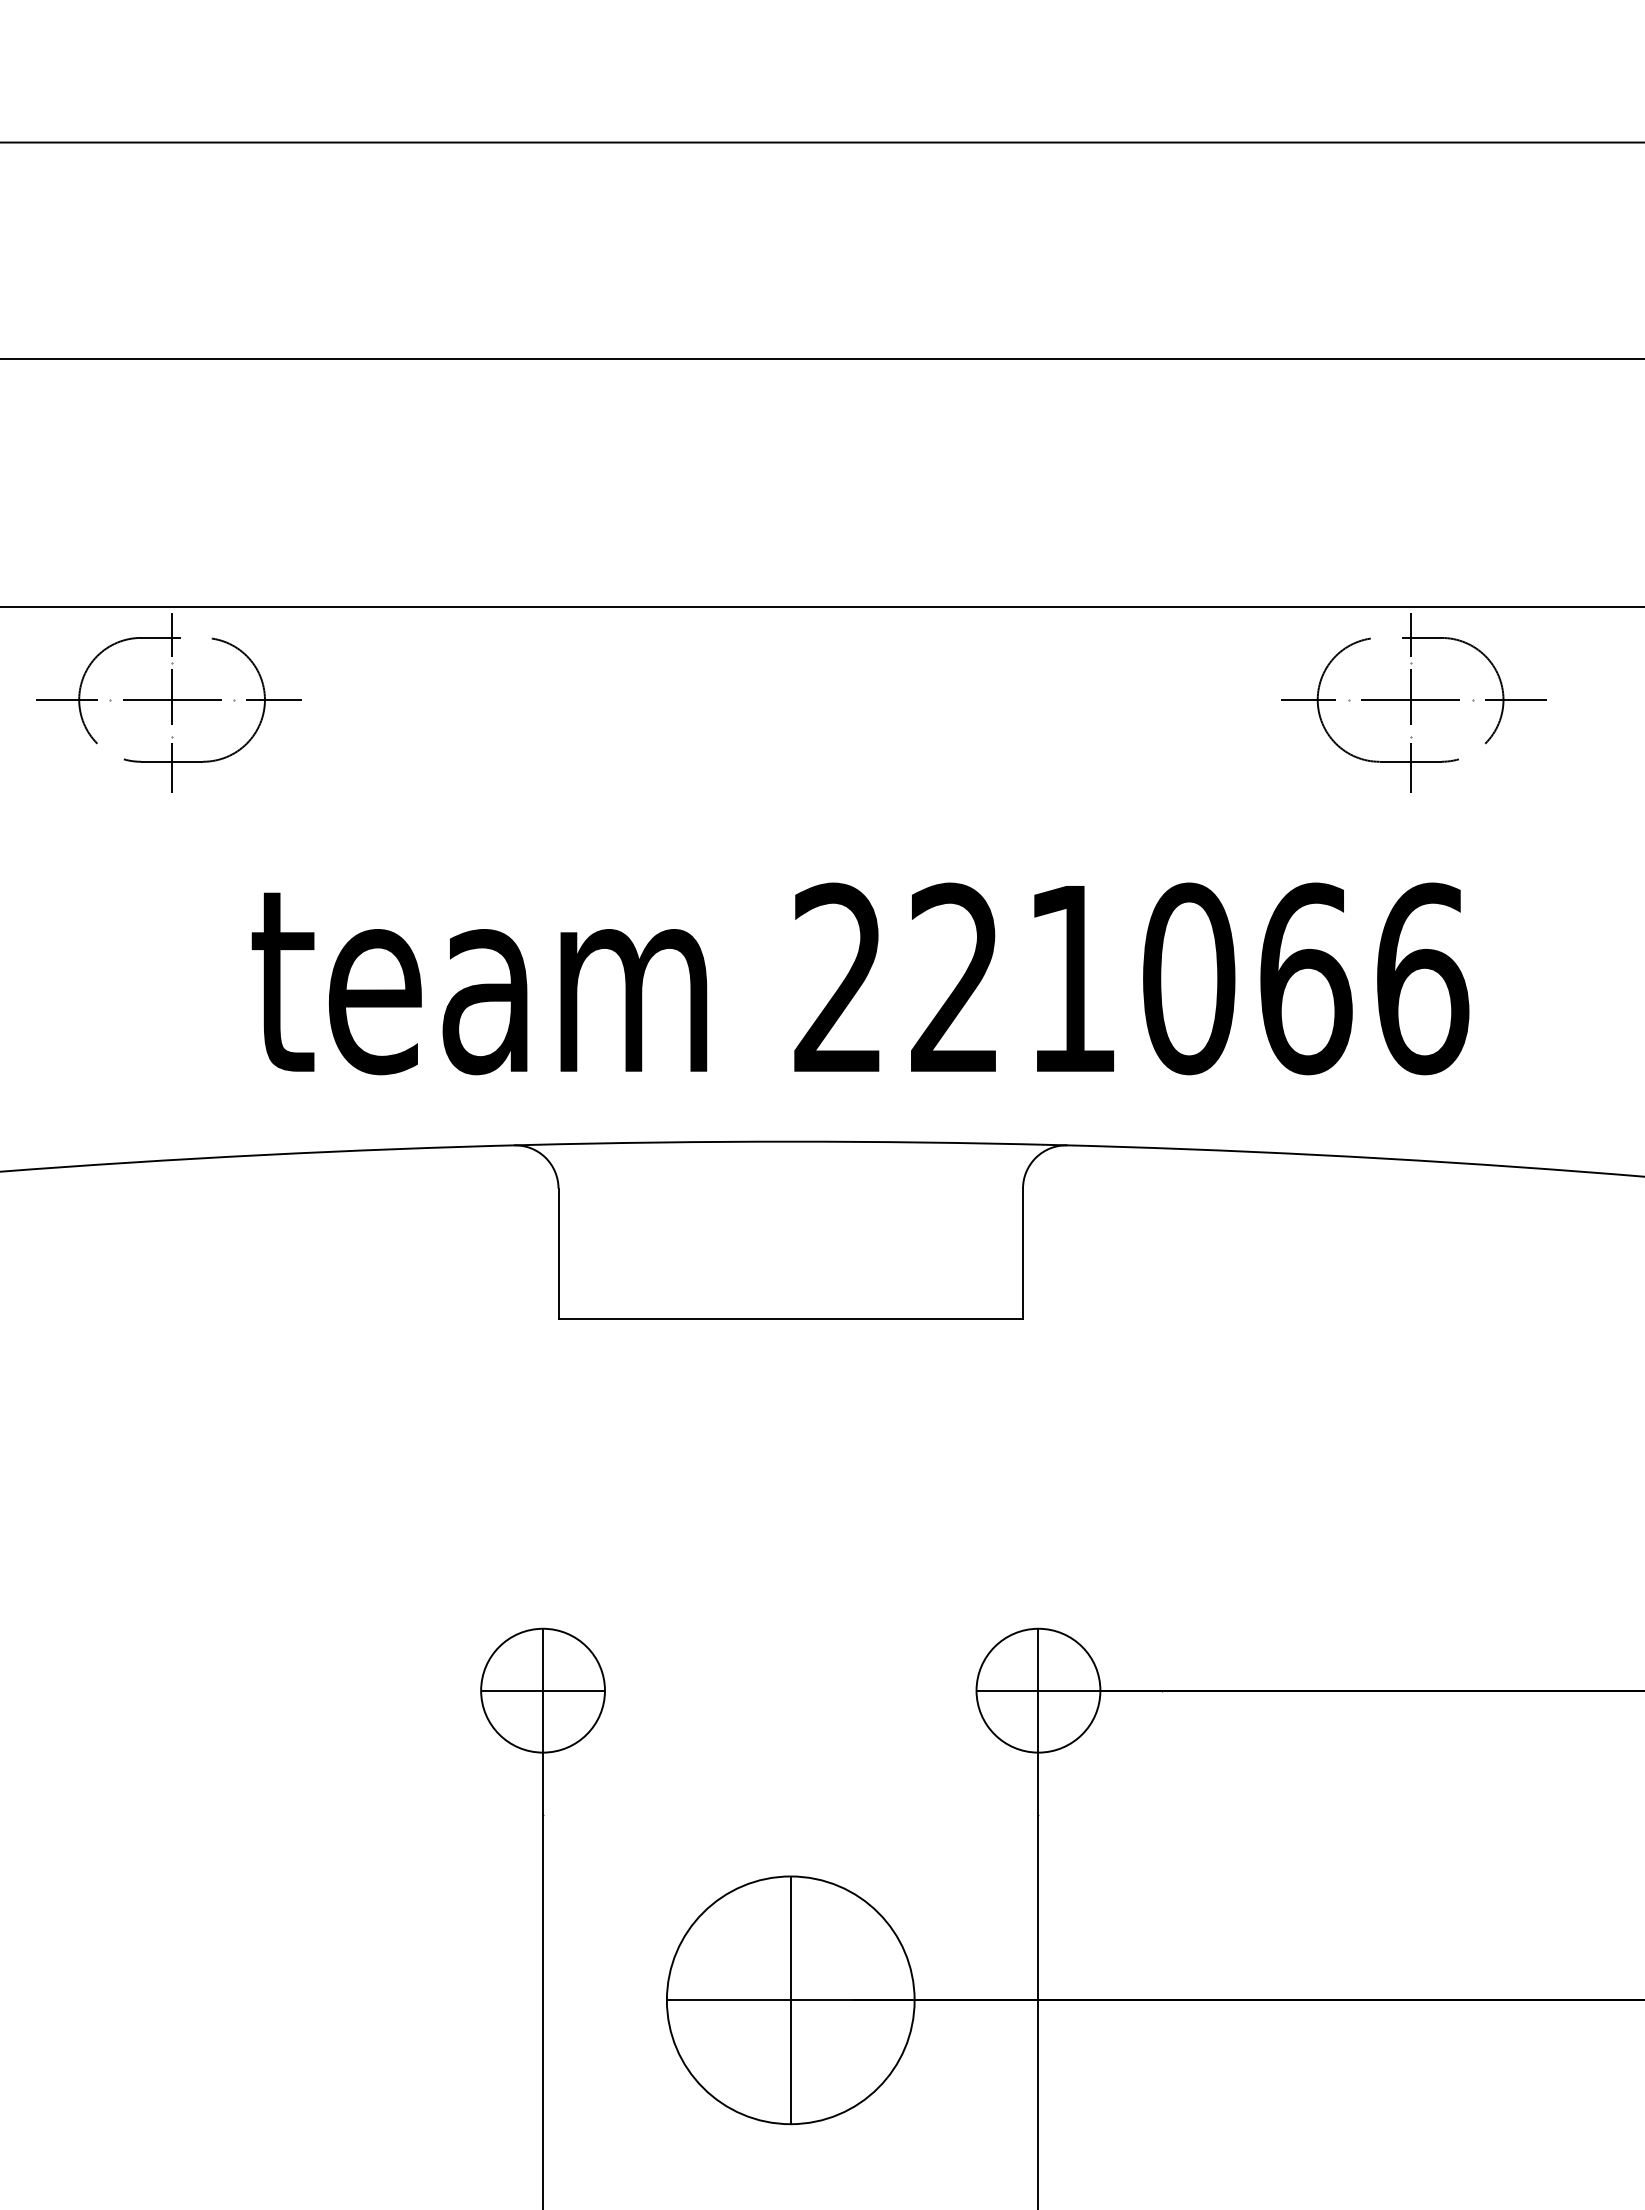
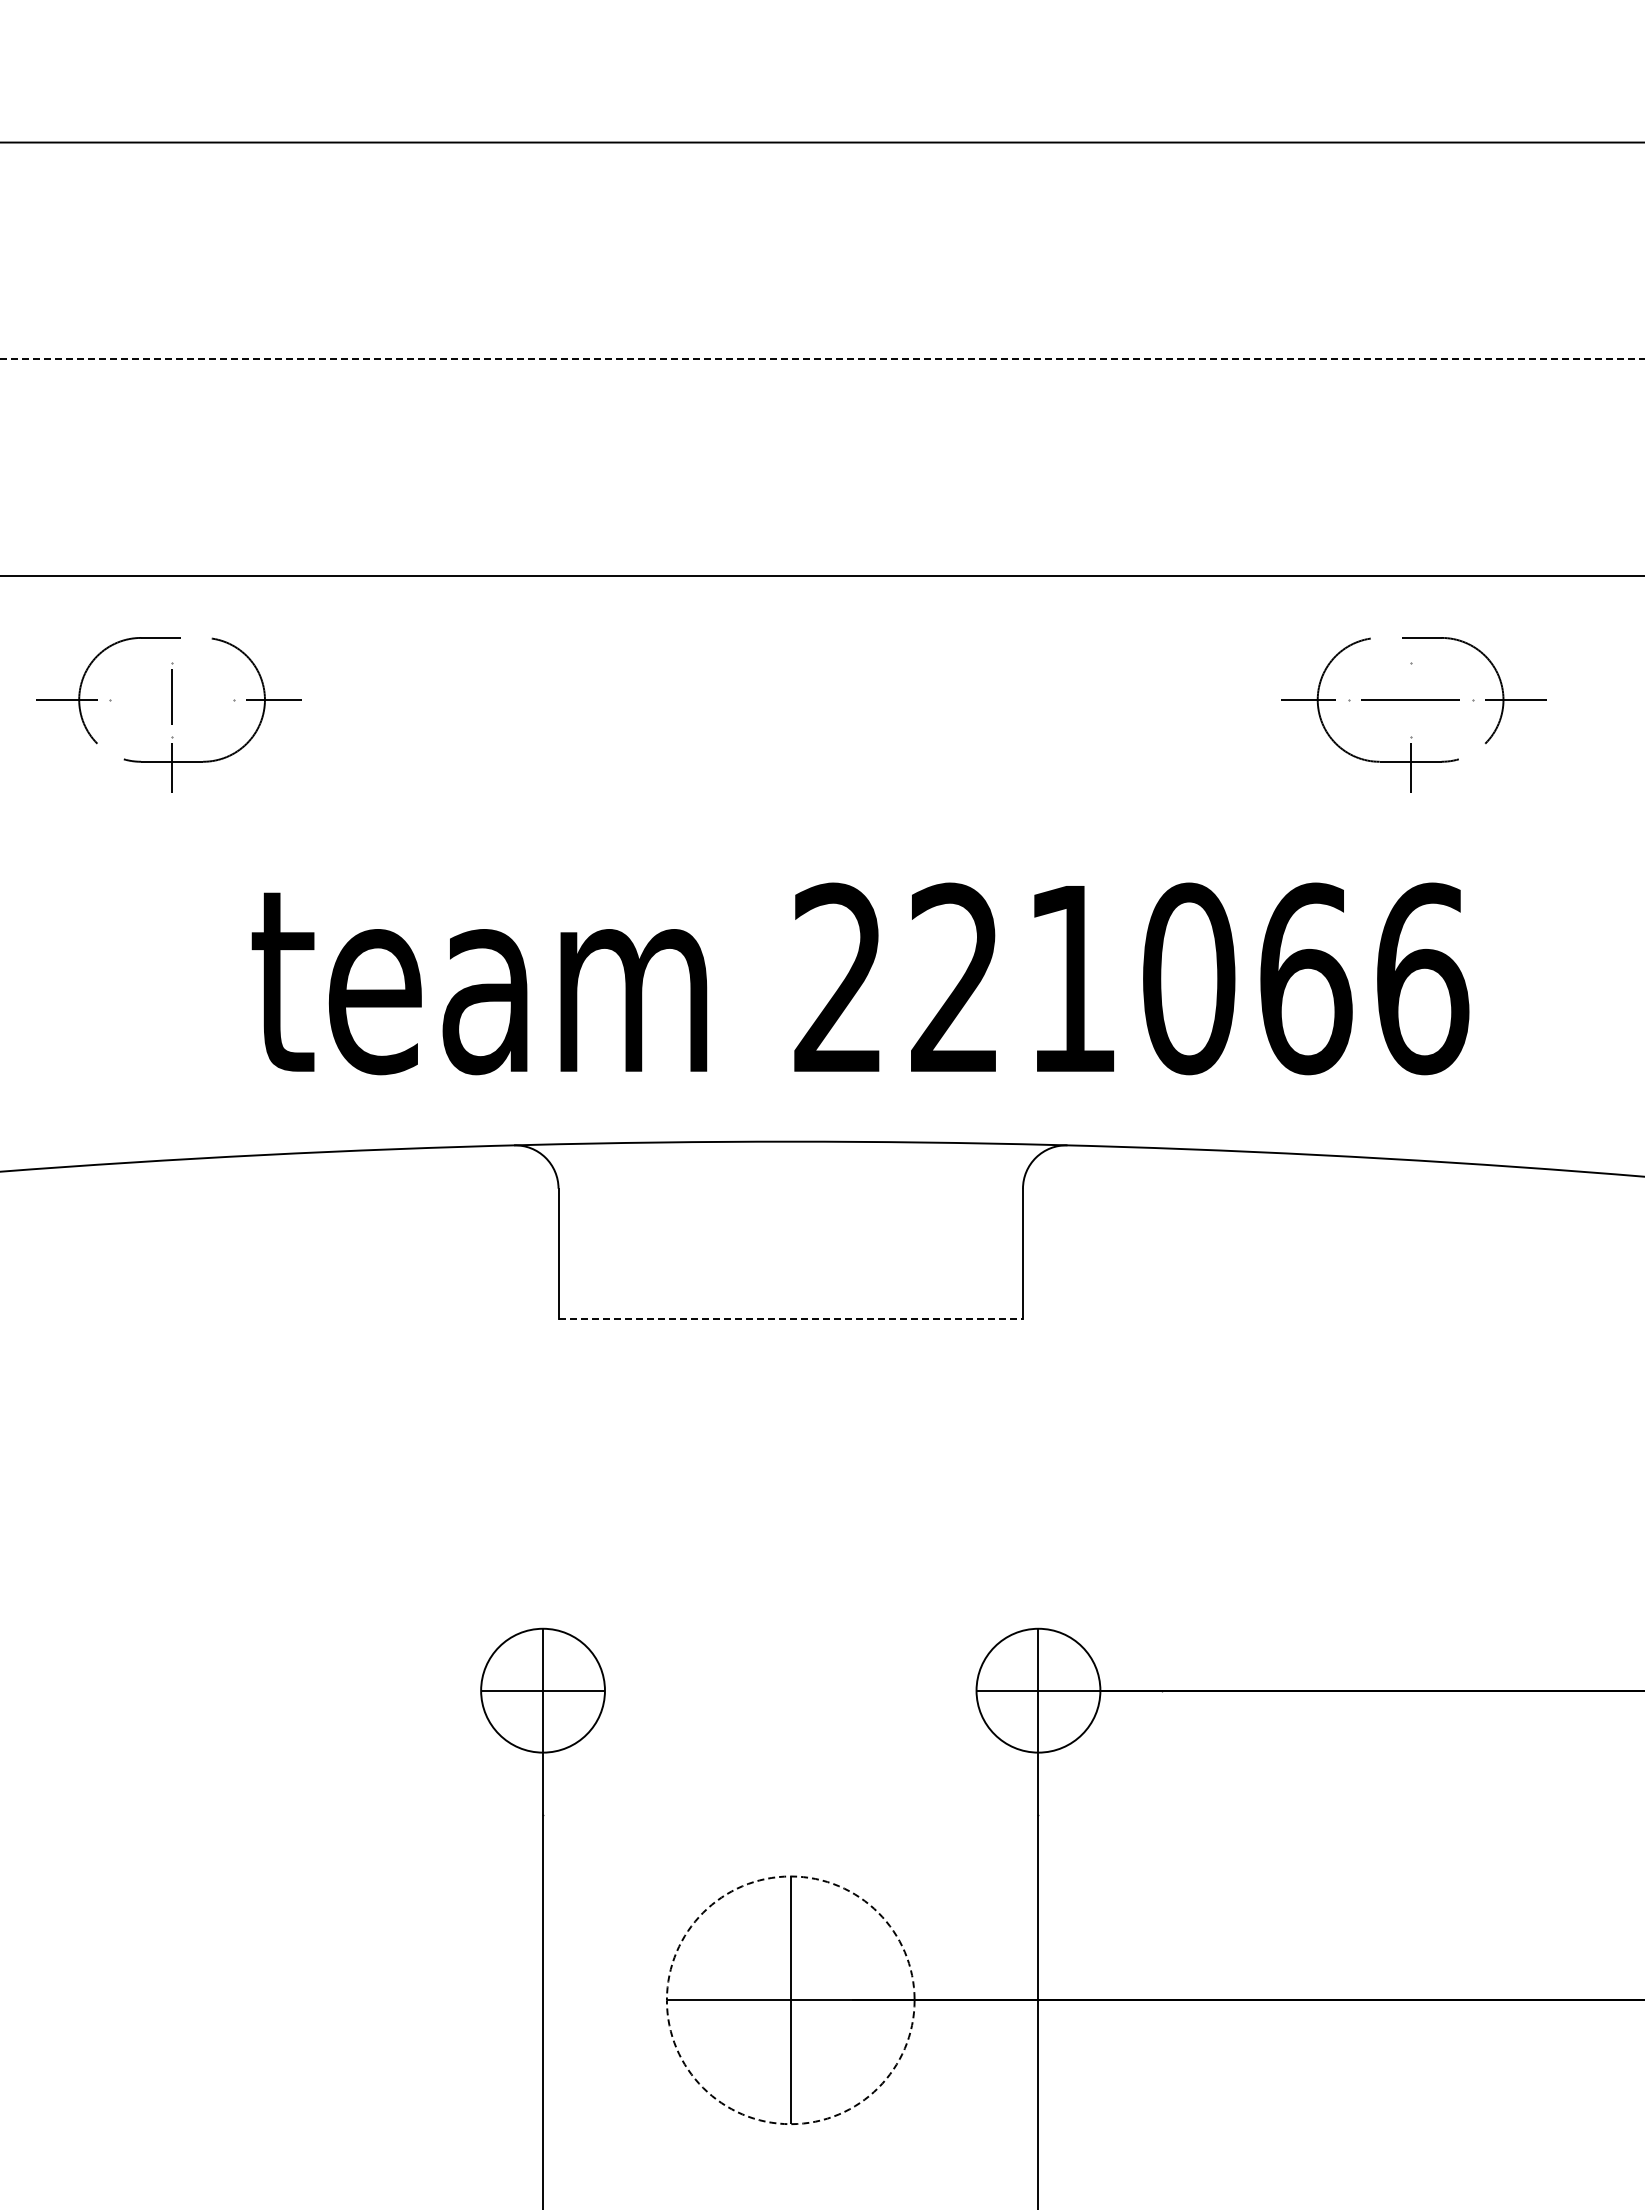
line at (822, 359): solid -> dashed
line at (821, 606) position: (821, 606) -> (821, 575)
line at (172, 634): present -> none
line at (1410, 634): present -> none
line at (1410, 696): present -> none
line at (171, 699): present -> none
line at (791, 1319): solid -> dashed
circle at (790, 2000): solid -> dashed
